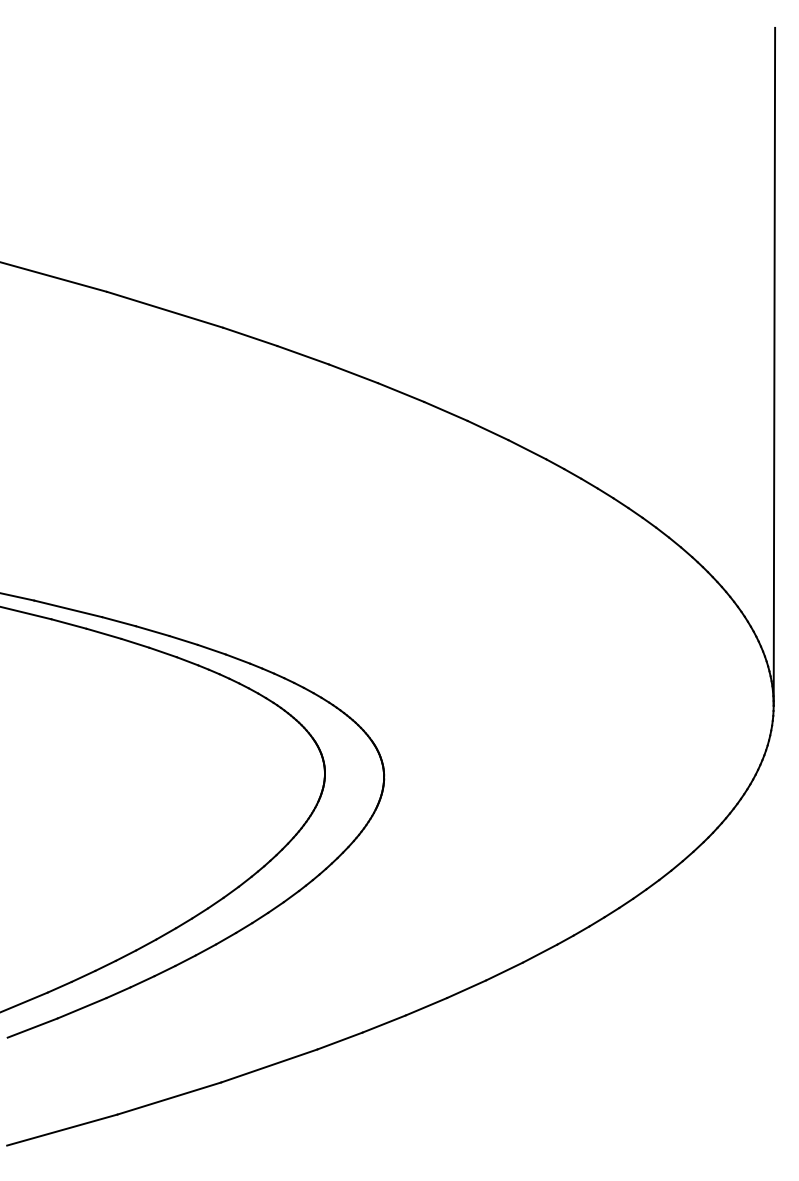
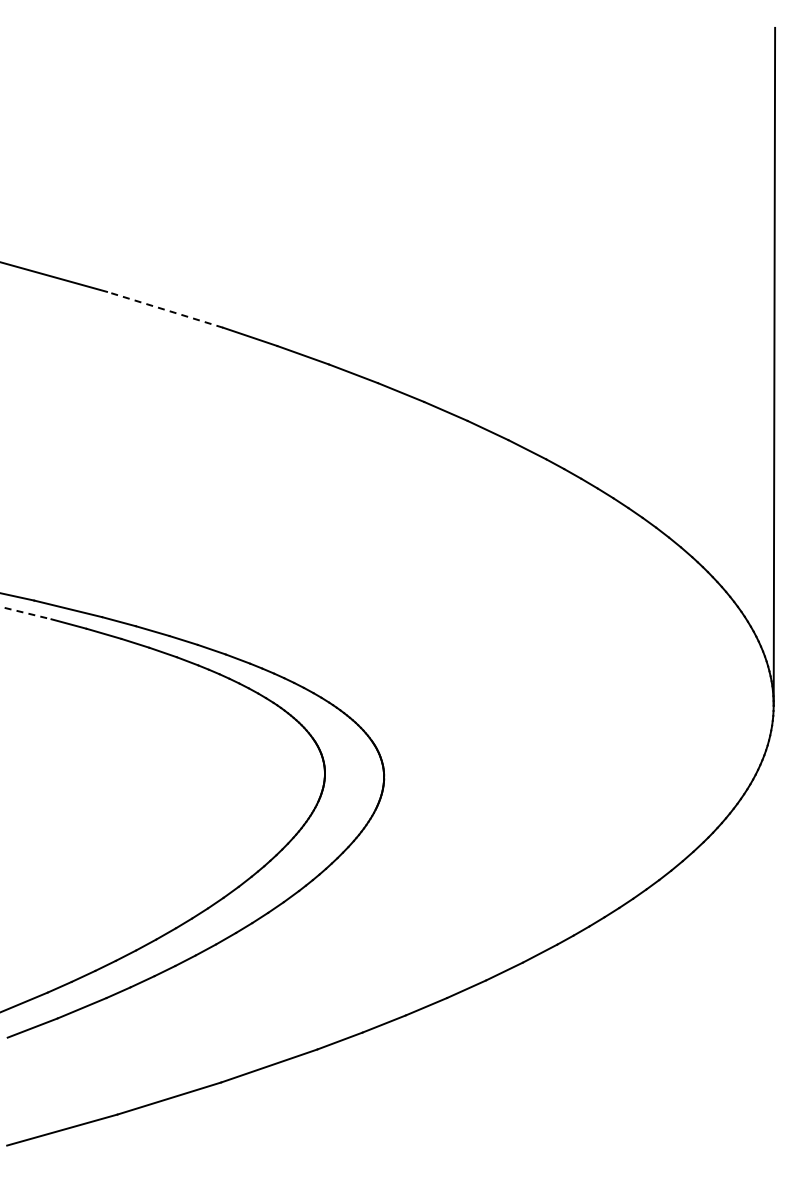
line at (165, 309): solid -> dashed
line at (26, 613): solid -> dashed
